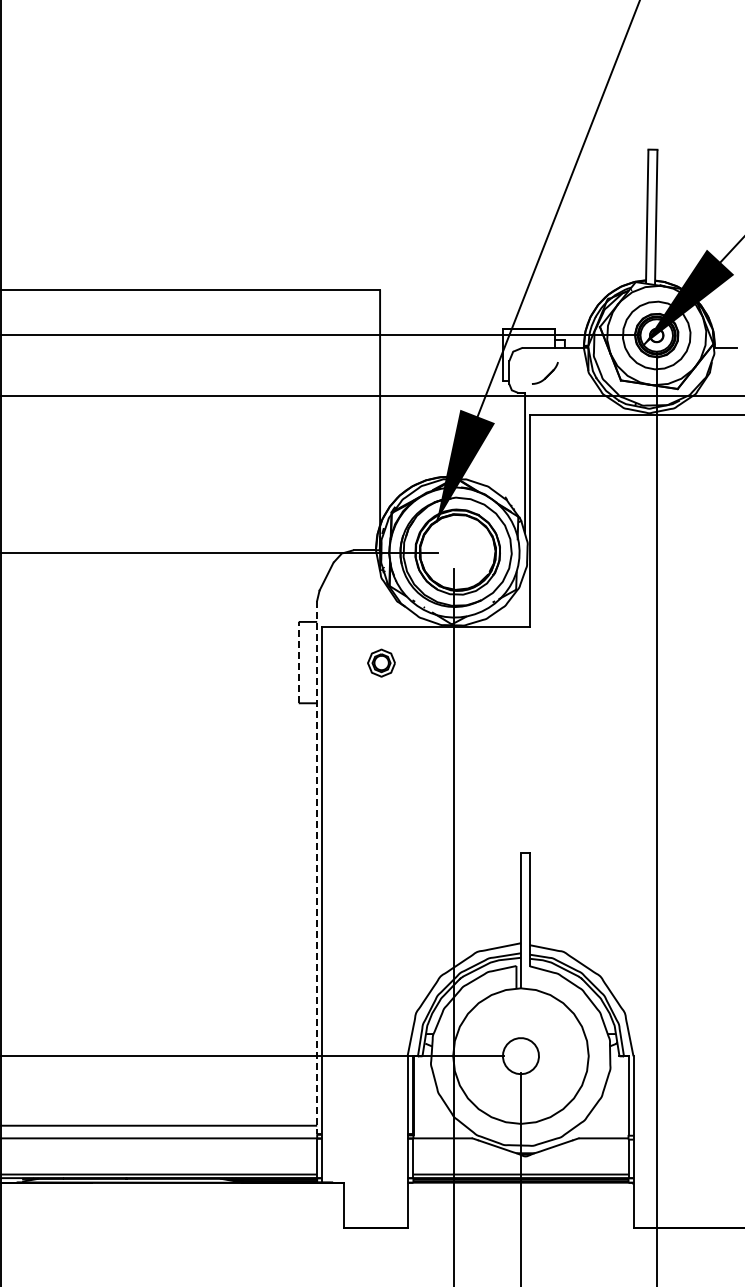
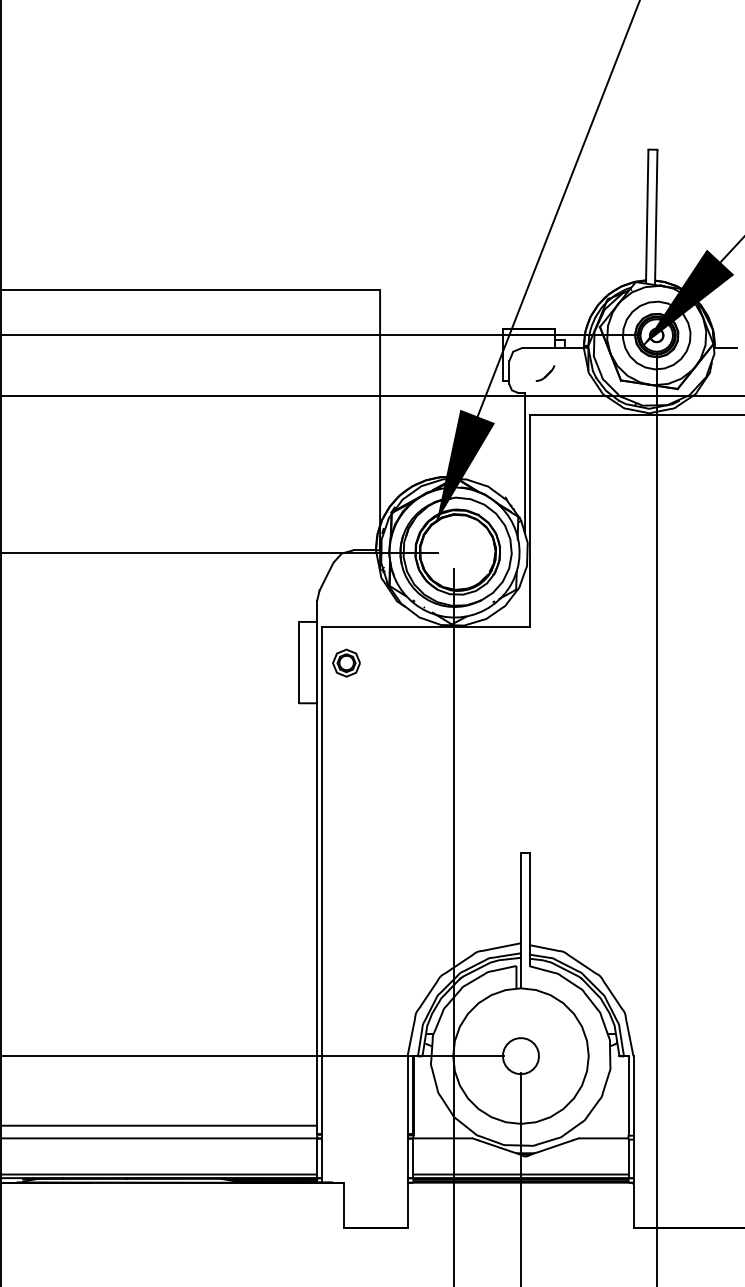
part at (545, 373) size: 27x23 px -> 21x17 px
line at (298, 662): dashed -> solid
part at (381, 662) position: (381, 662) -> (346, 662)
line at (317, 867): dashed -> solid
